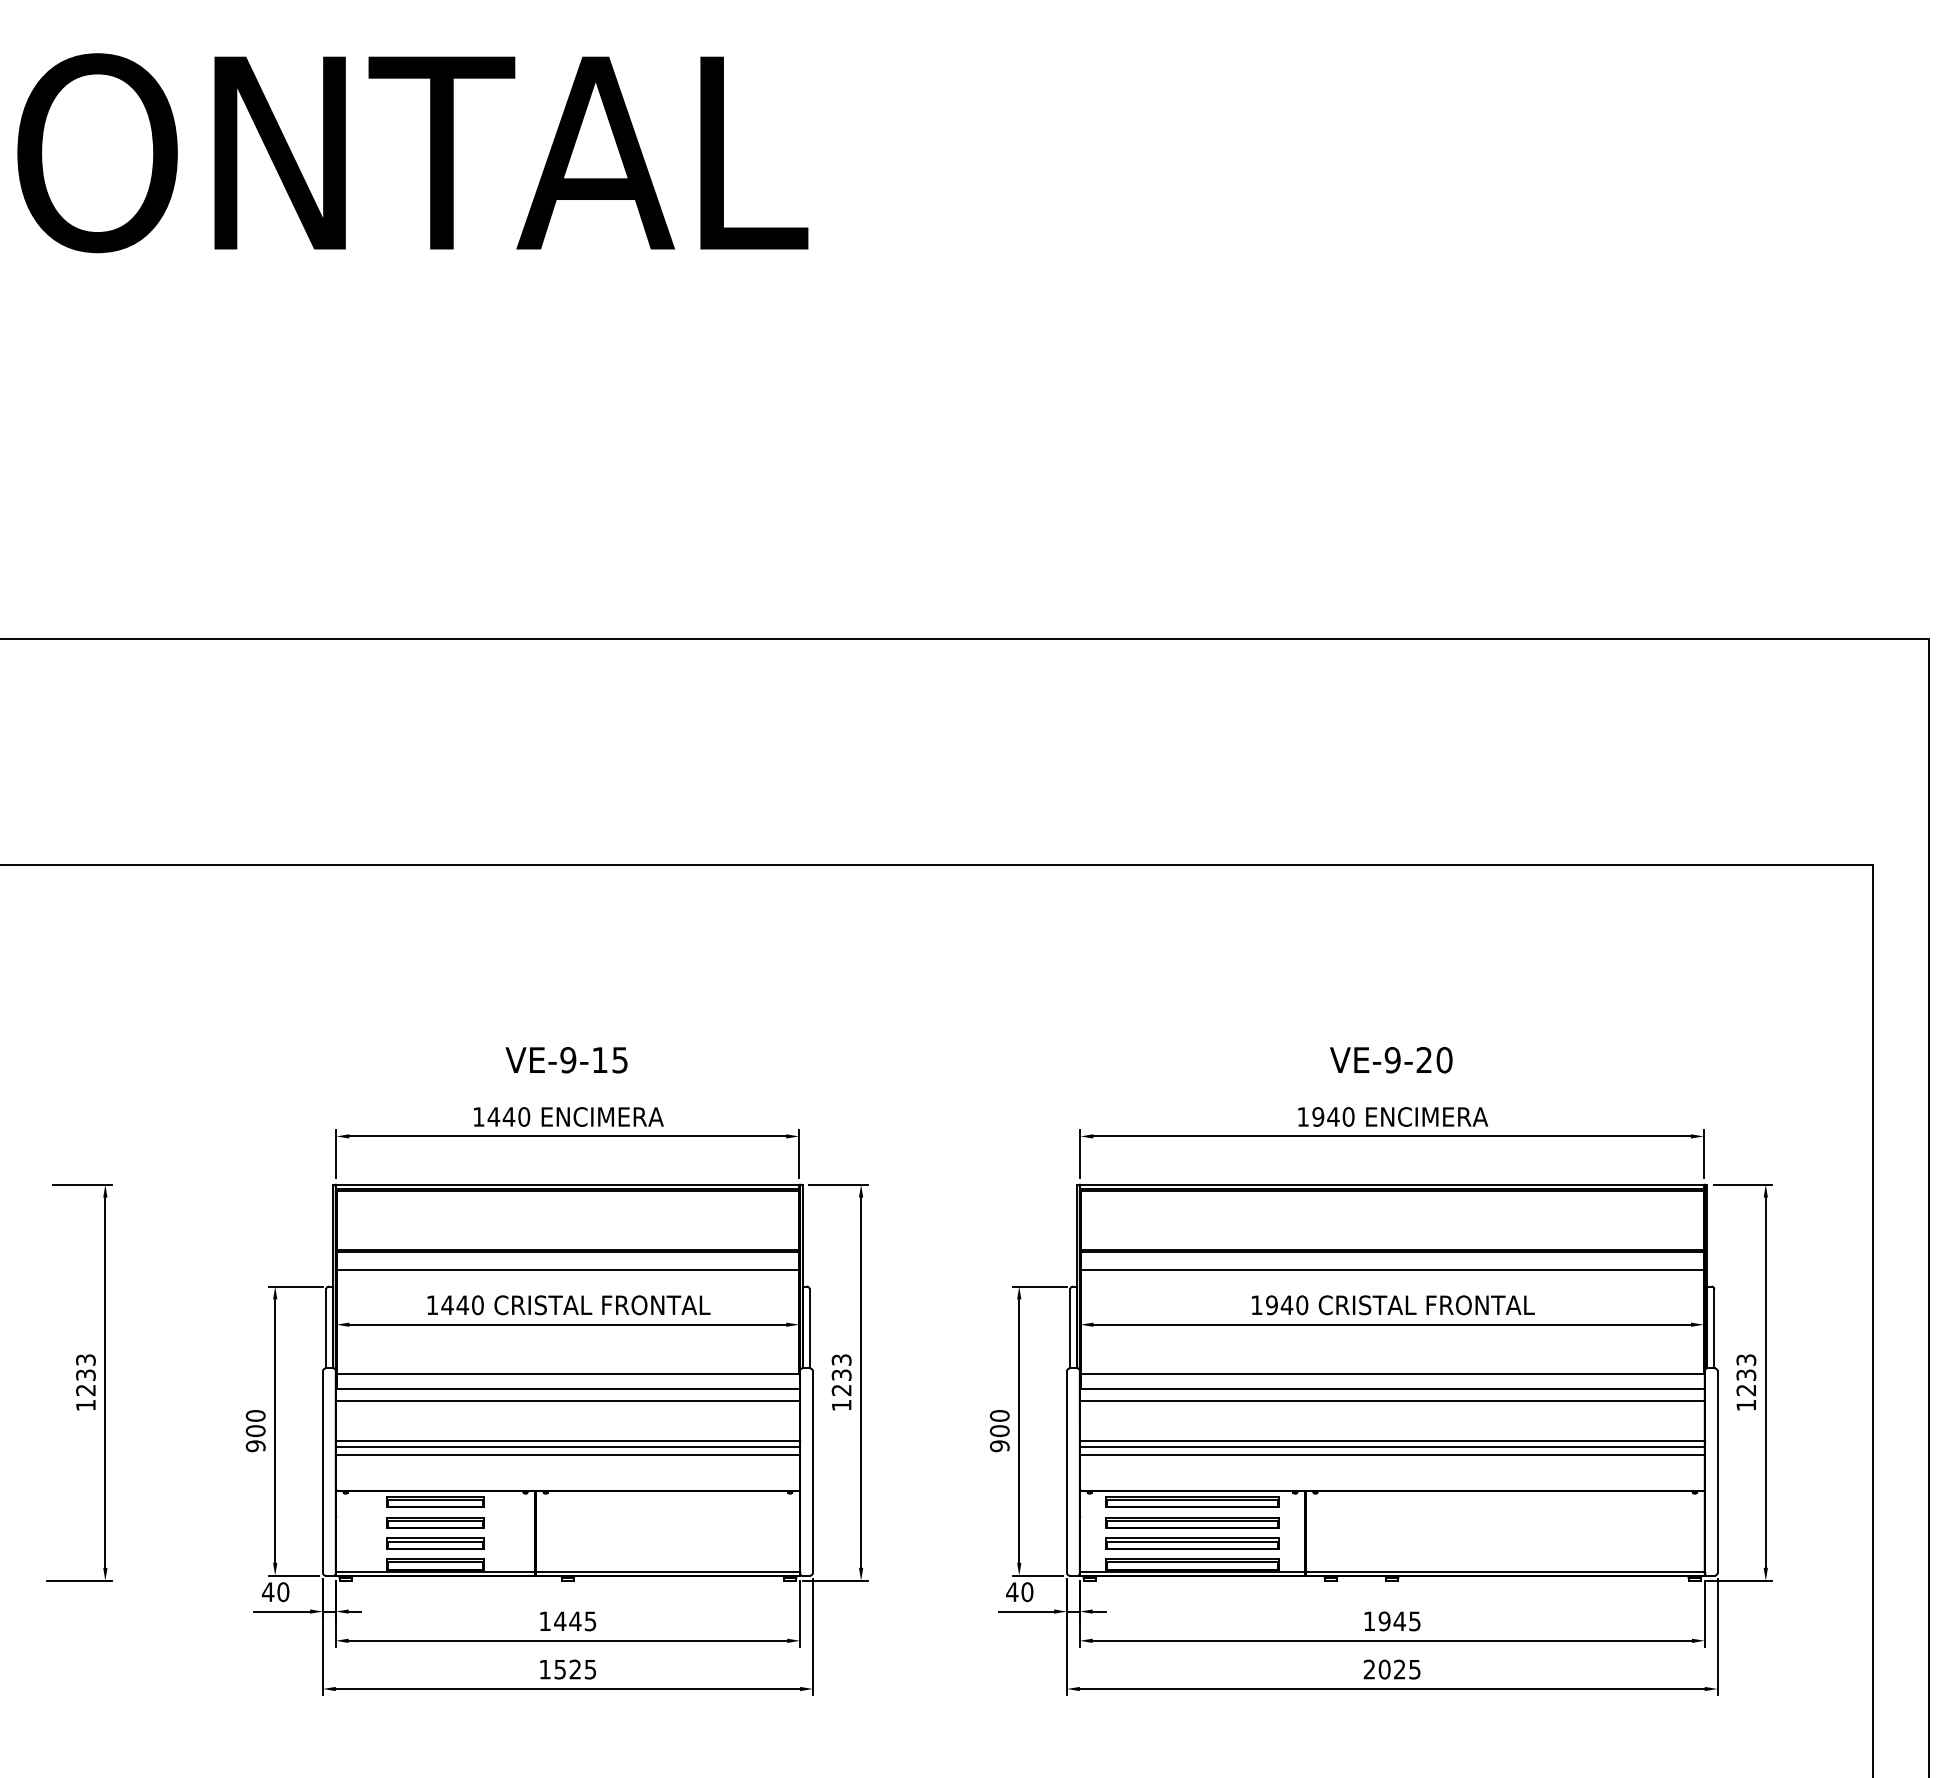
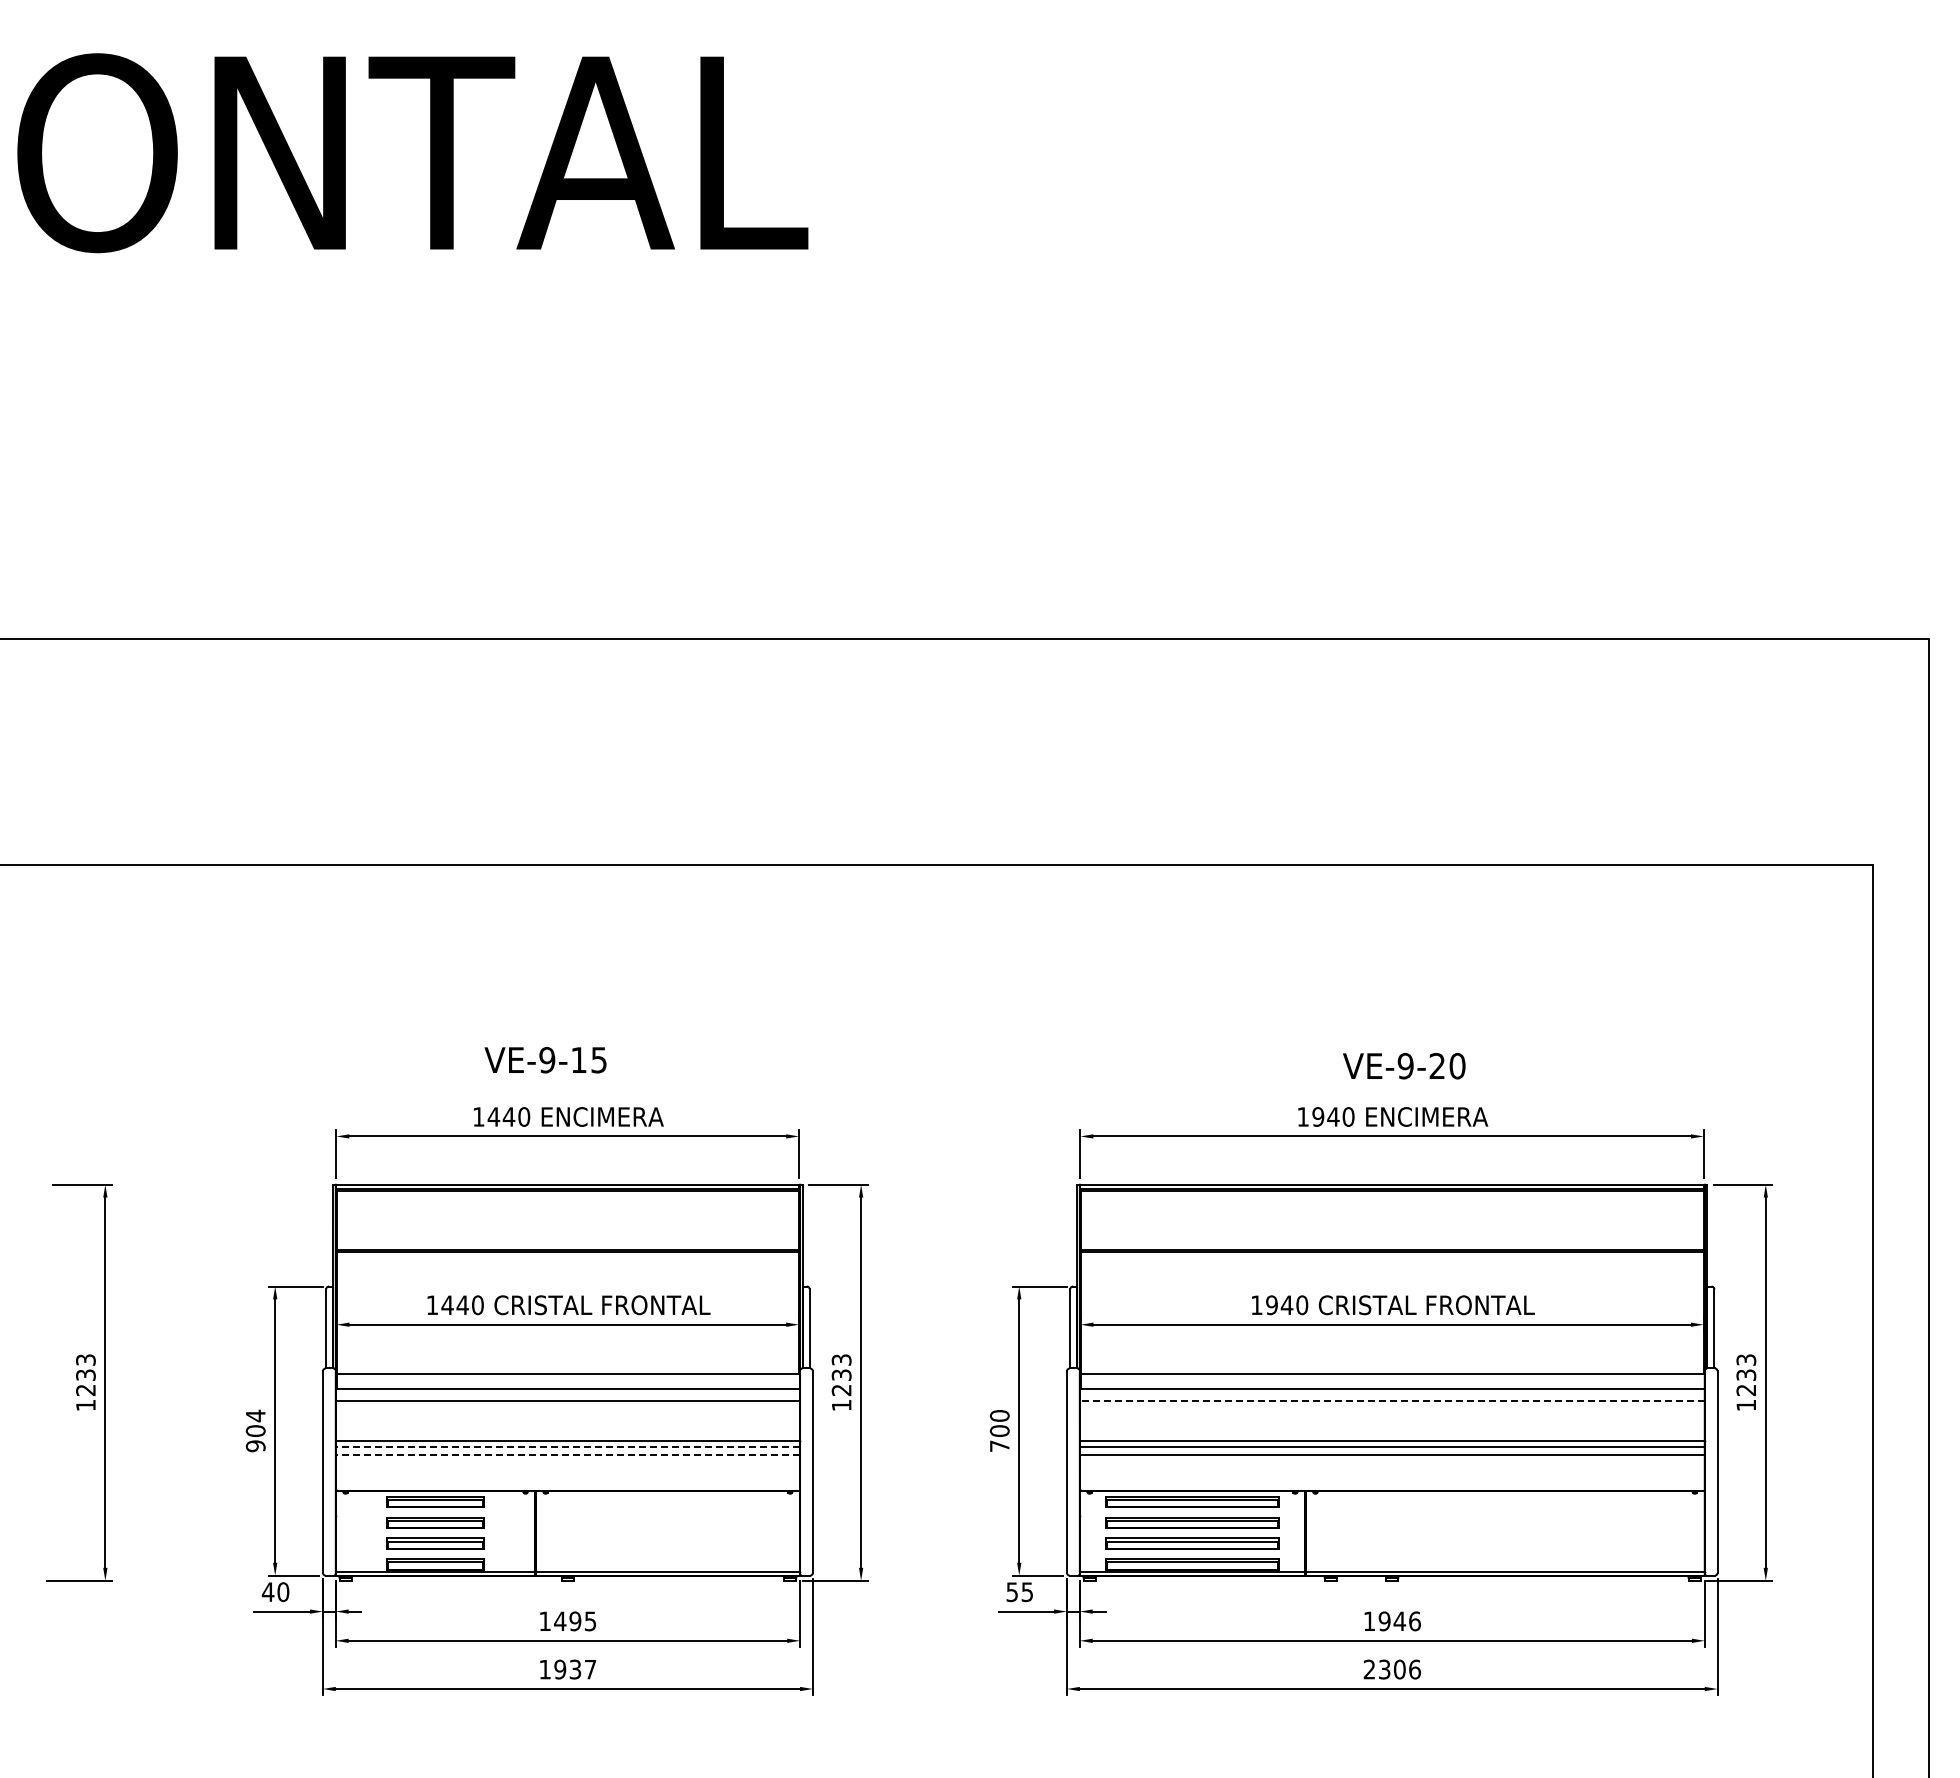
text at (566, 1060) position: (566, 1060) -> (545, 1060)
text at (1391, 1060) position: (1391, 1060) -> (1404, 1066)
line at (567, 1269): present -> none
line at (1391, 1269): present -> none
line at (1391, 1401): solid -> dashed
text at (255, 1415): 900 -> 904
text at (999, 1446): 900 -> 700
line at (567, 1447): solid -> dashed
line at (567, 1454): solid -> dashed
text at (1019, 1592): 40 -> 55
text at (575, 1621): 1445 -> 1495
text at (1414, 1621): 1945 -> 1946
text at (575, 1669): 1525 -> 1937
text at (1399, 1669): 2025 -> 2306
